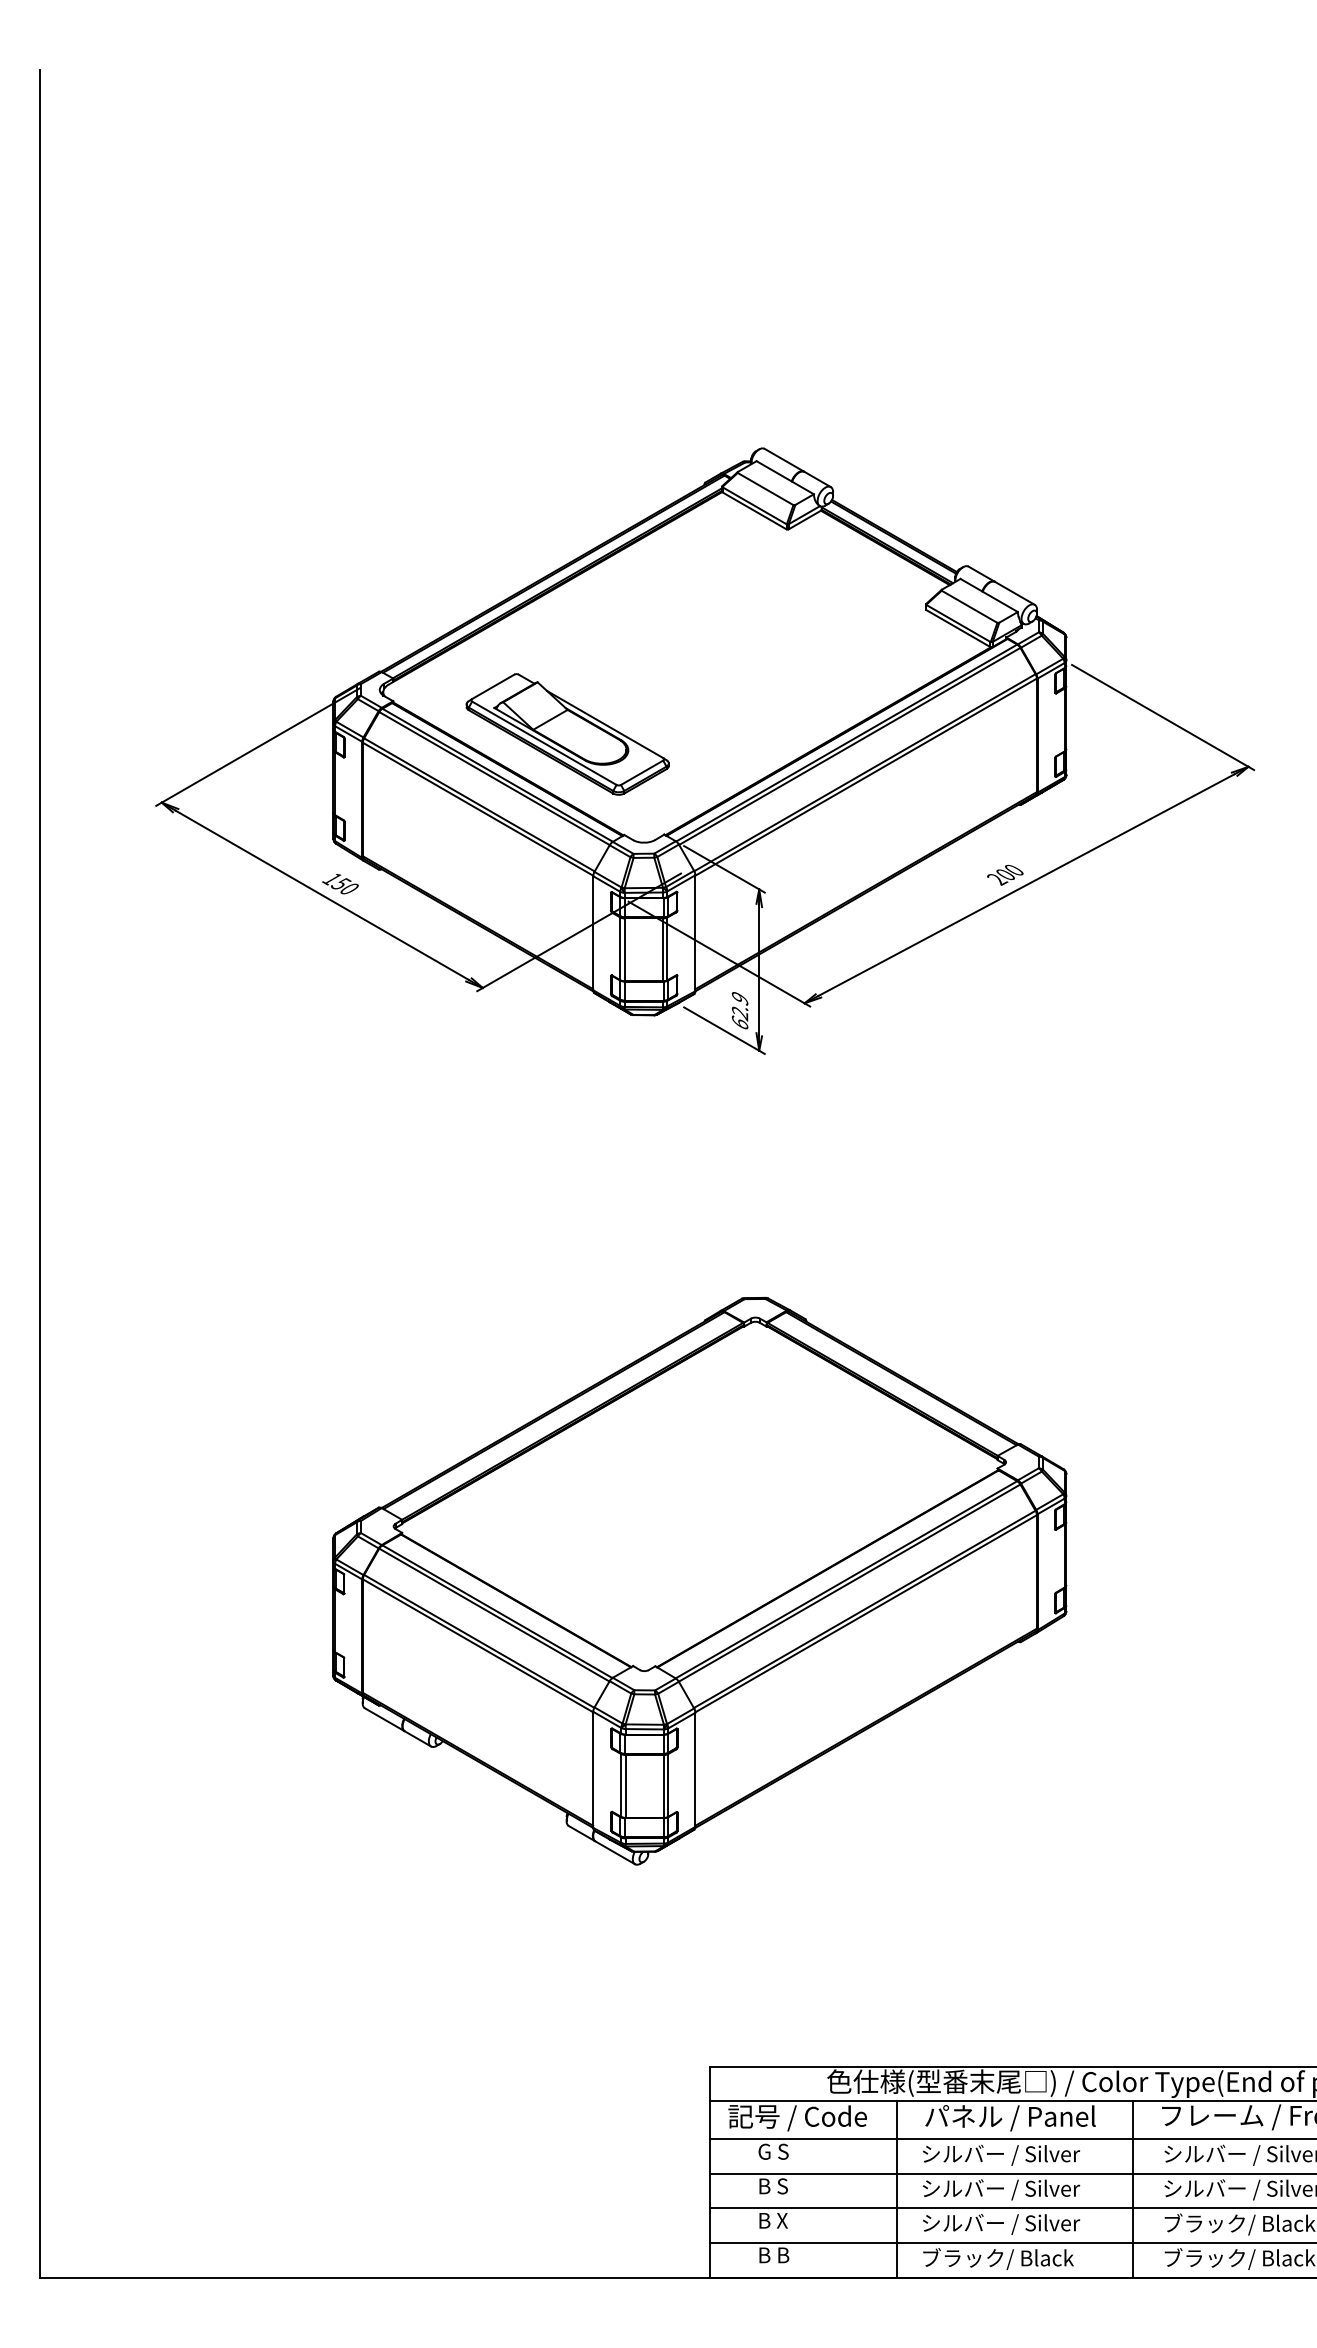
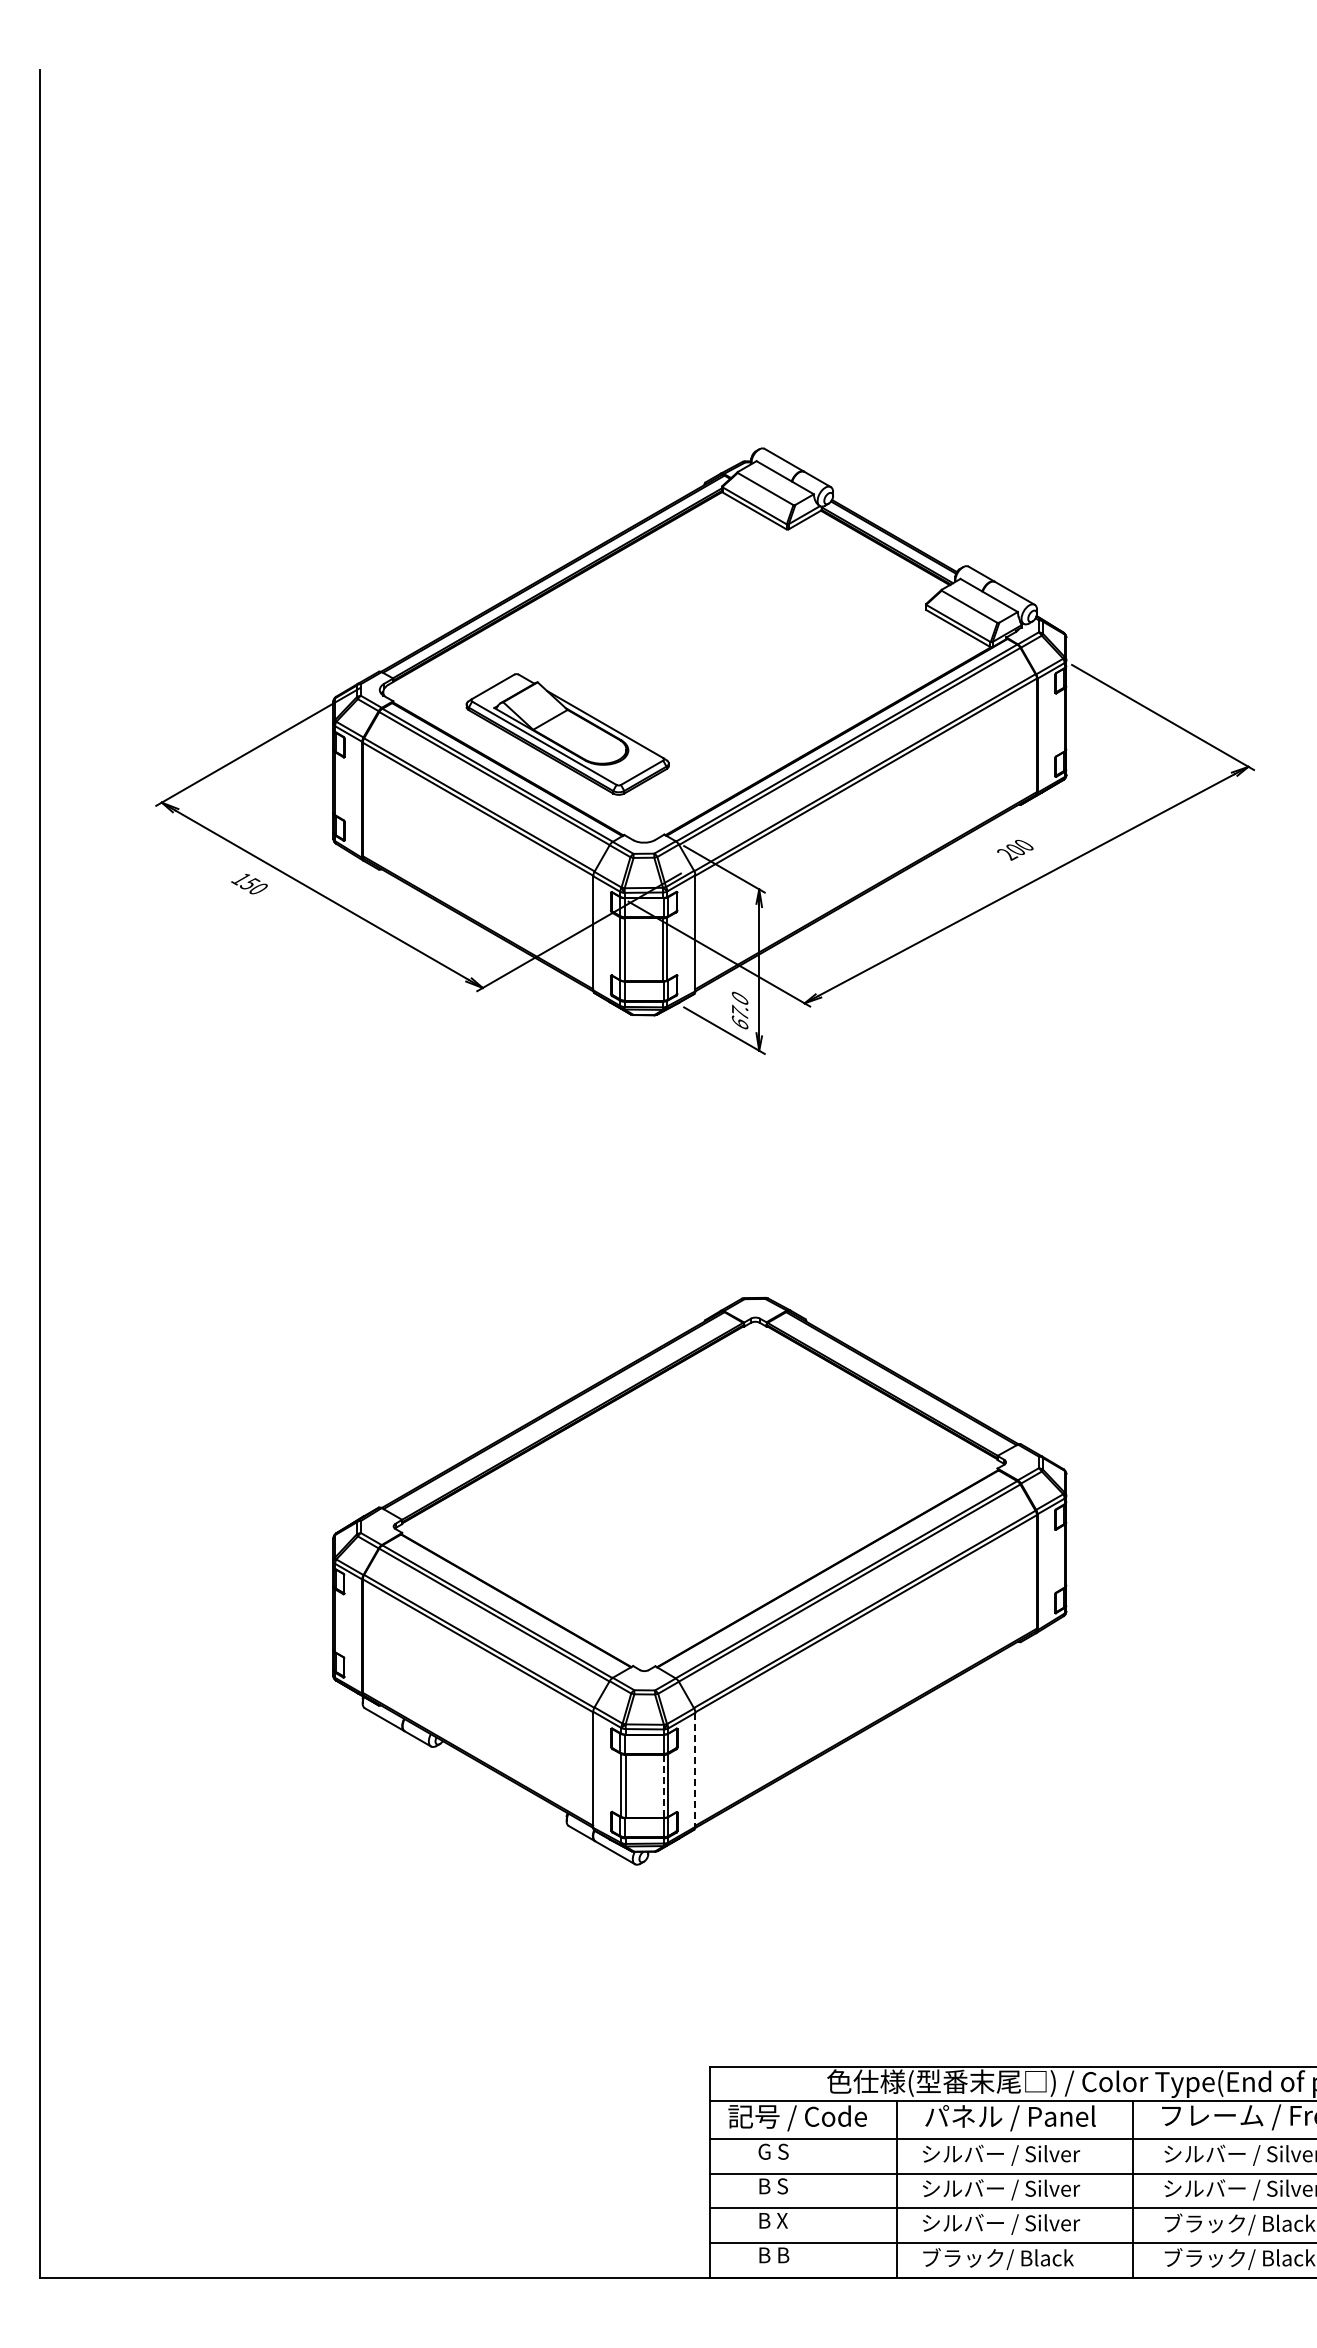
text at (1005, 875) position: (1005, 875) -> (1015, 850)
text at (340, 884) position: (340, 884) -> (249, 884)
text at (739, 1006): 62.9 -> 67.0
line at (695, 1770): solid -> dashed
line at (663, 1786): solid -> dashed
